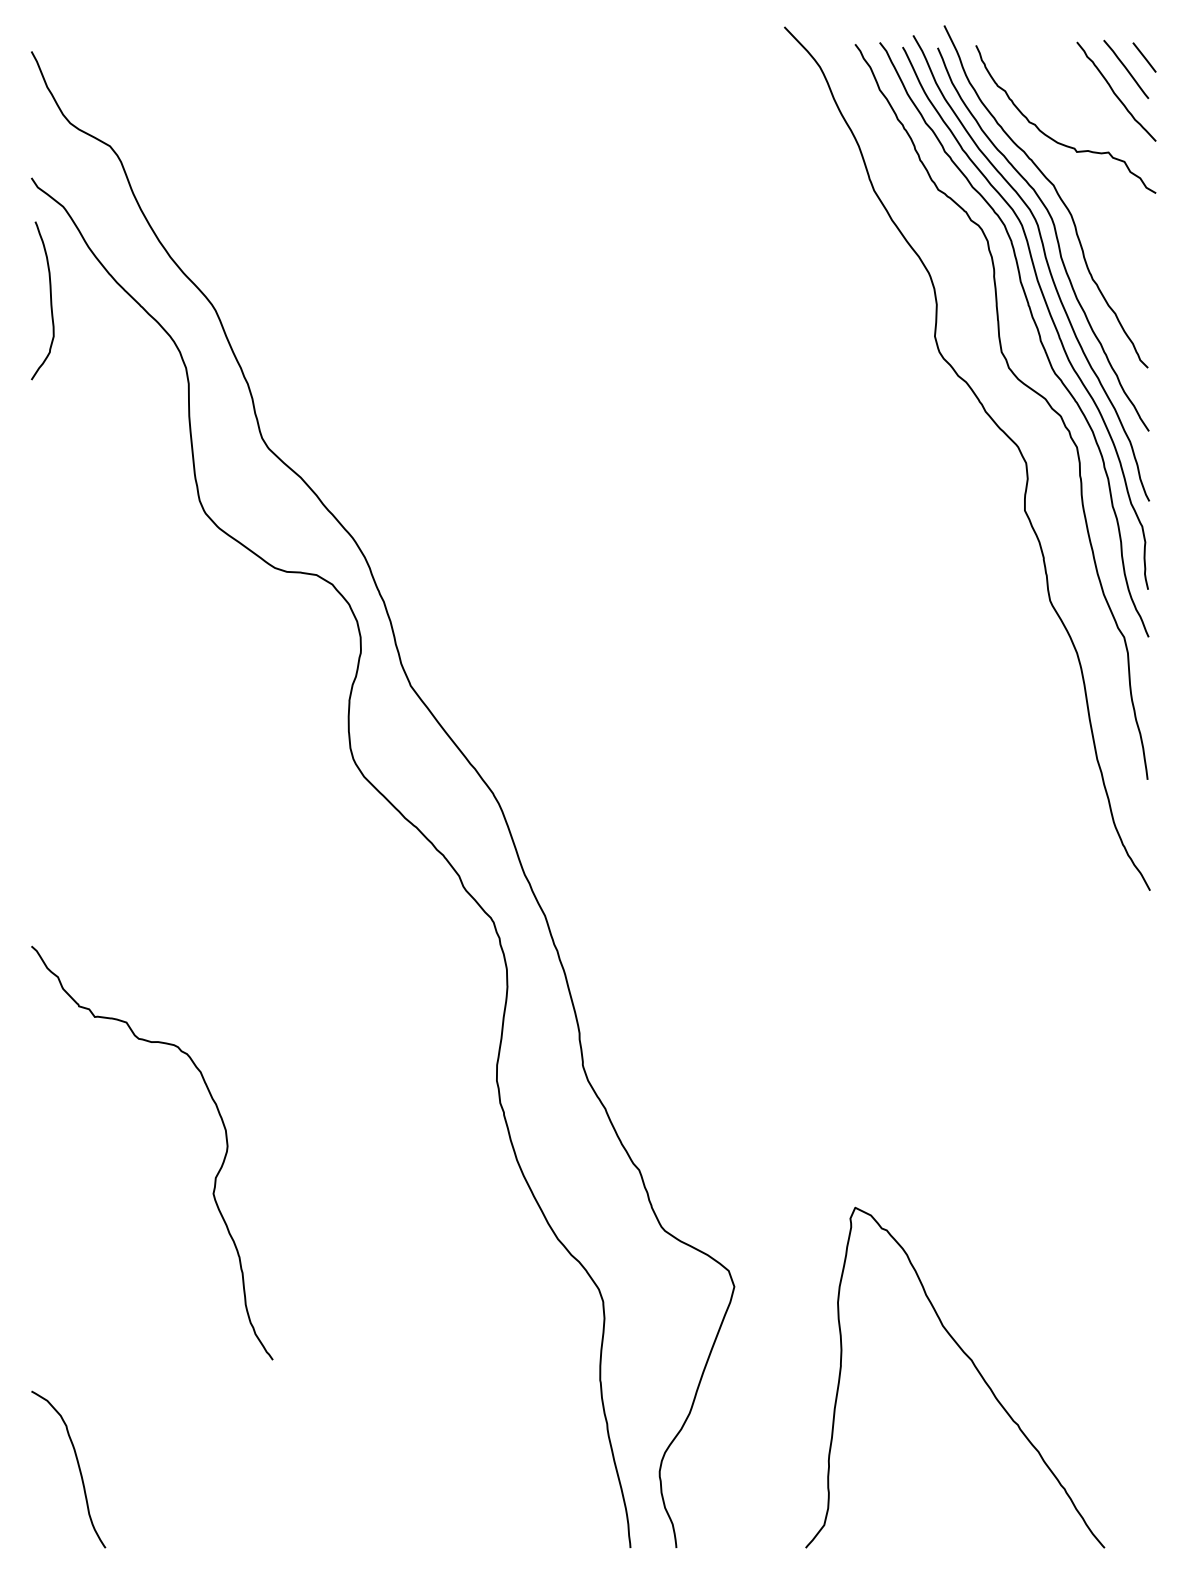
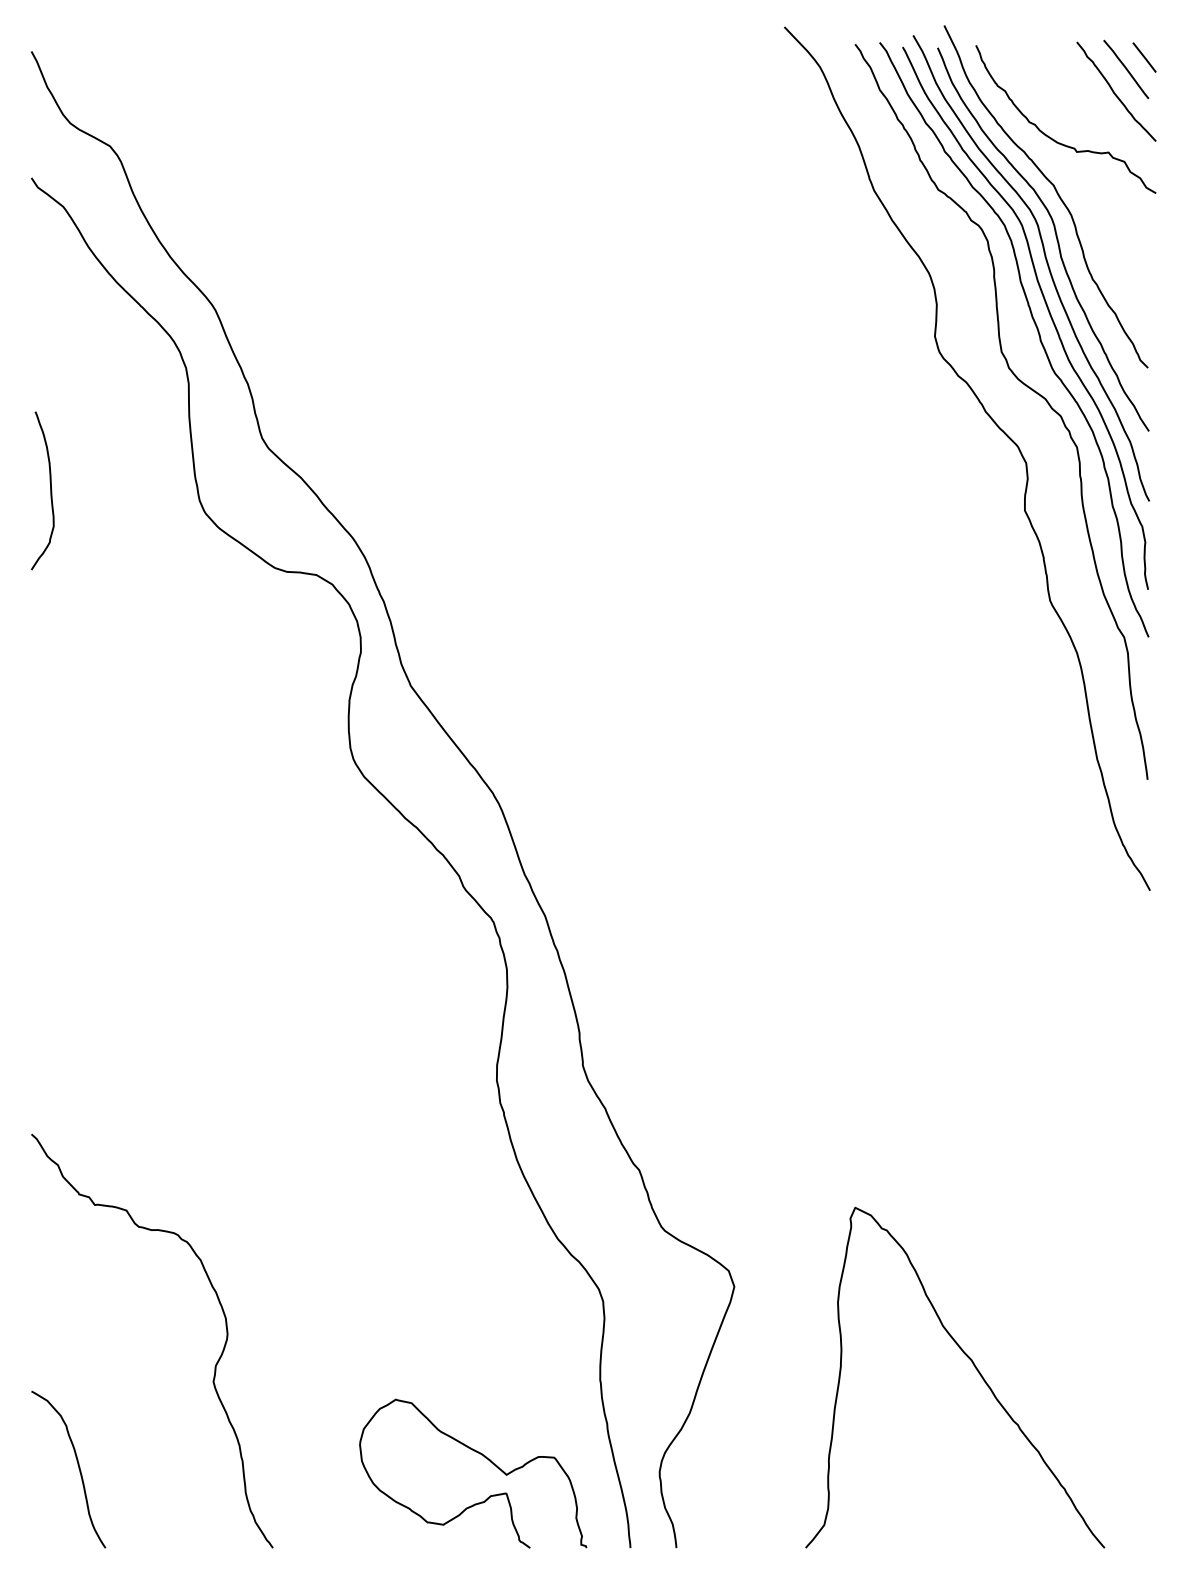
curve at (50, 300) position: (50, 300) -> (50, 490)
curve at (214, 1178) position: (214, 1178) -> (214, 1366)
curve at (485, 1458): none -> present
